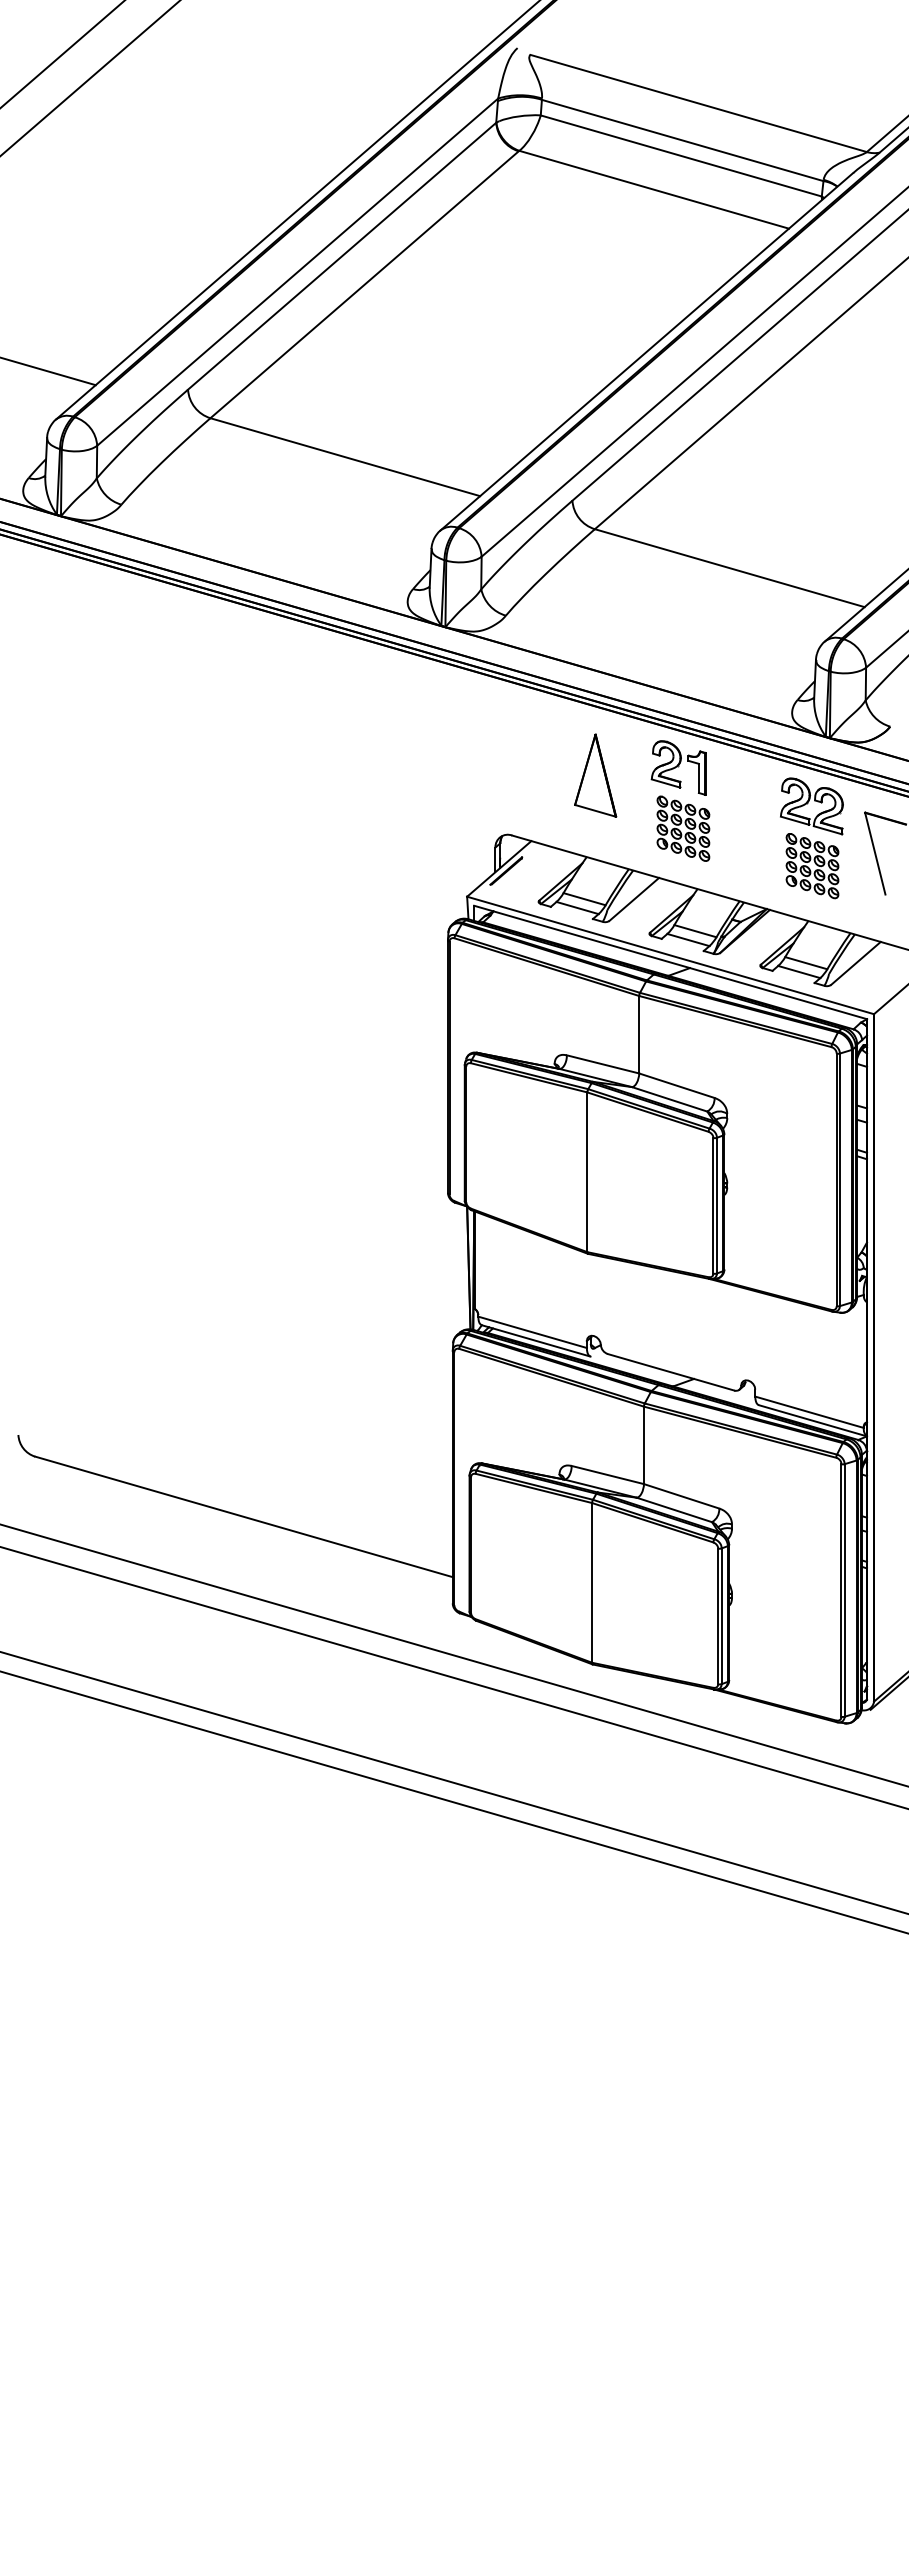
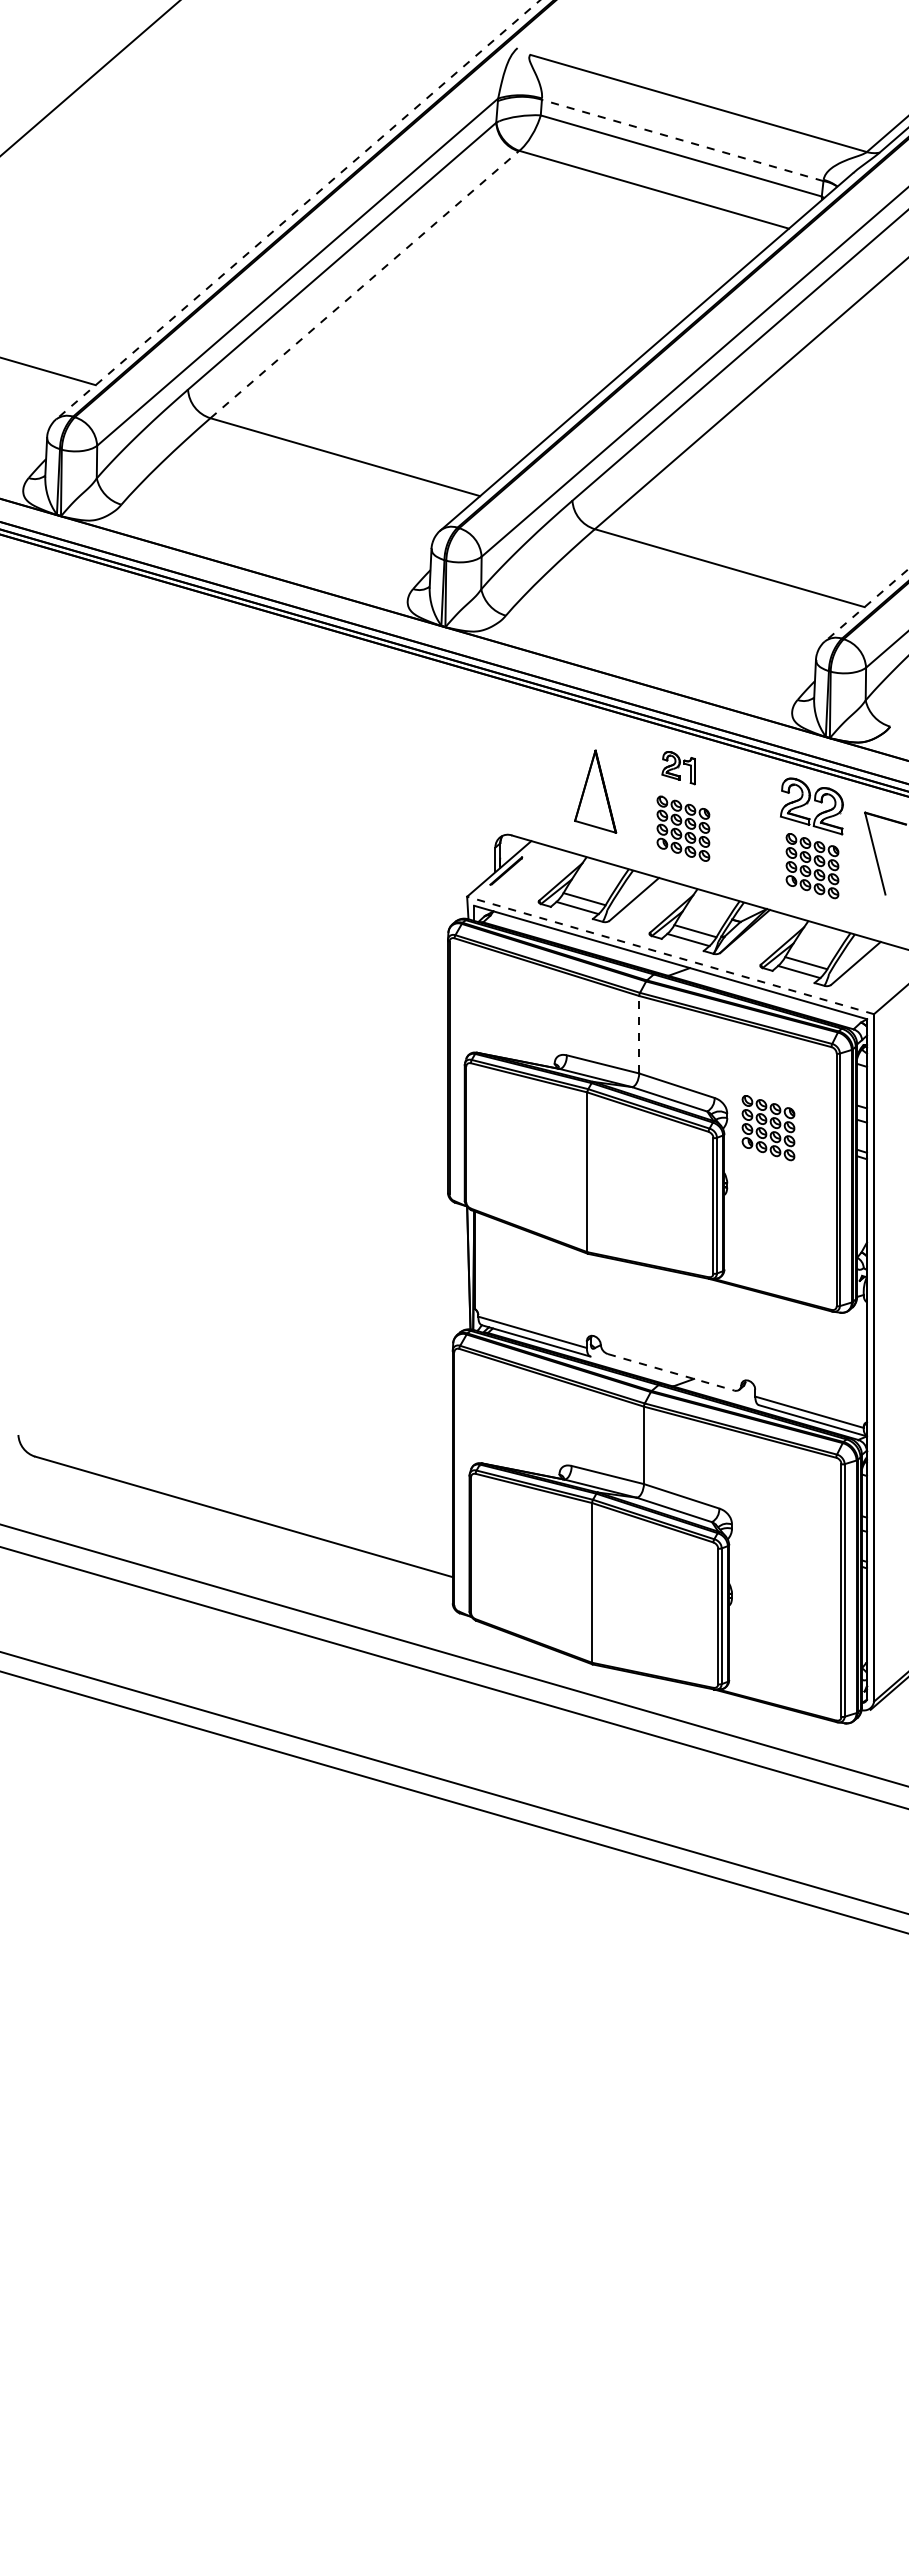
line at (62, 54): present -> none
line at (682, 140): solid -> dashed
line at (297, 210): solid -> dashed
line at (364, 284): solid -> dashed
line at (866, 605): solid -> dashed
part at (678, 767) size: 57x56 px -> 35x35 px
part at (595, 775) position: (595, 775) -> (595, 791)
line at (670, 955): solid -> dashed
line at (639, 1034): solid -> dashed
part at (768, 1128): none -> present
line at (671, 1372): solid -> dashed
